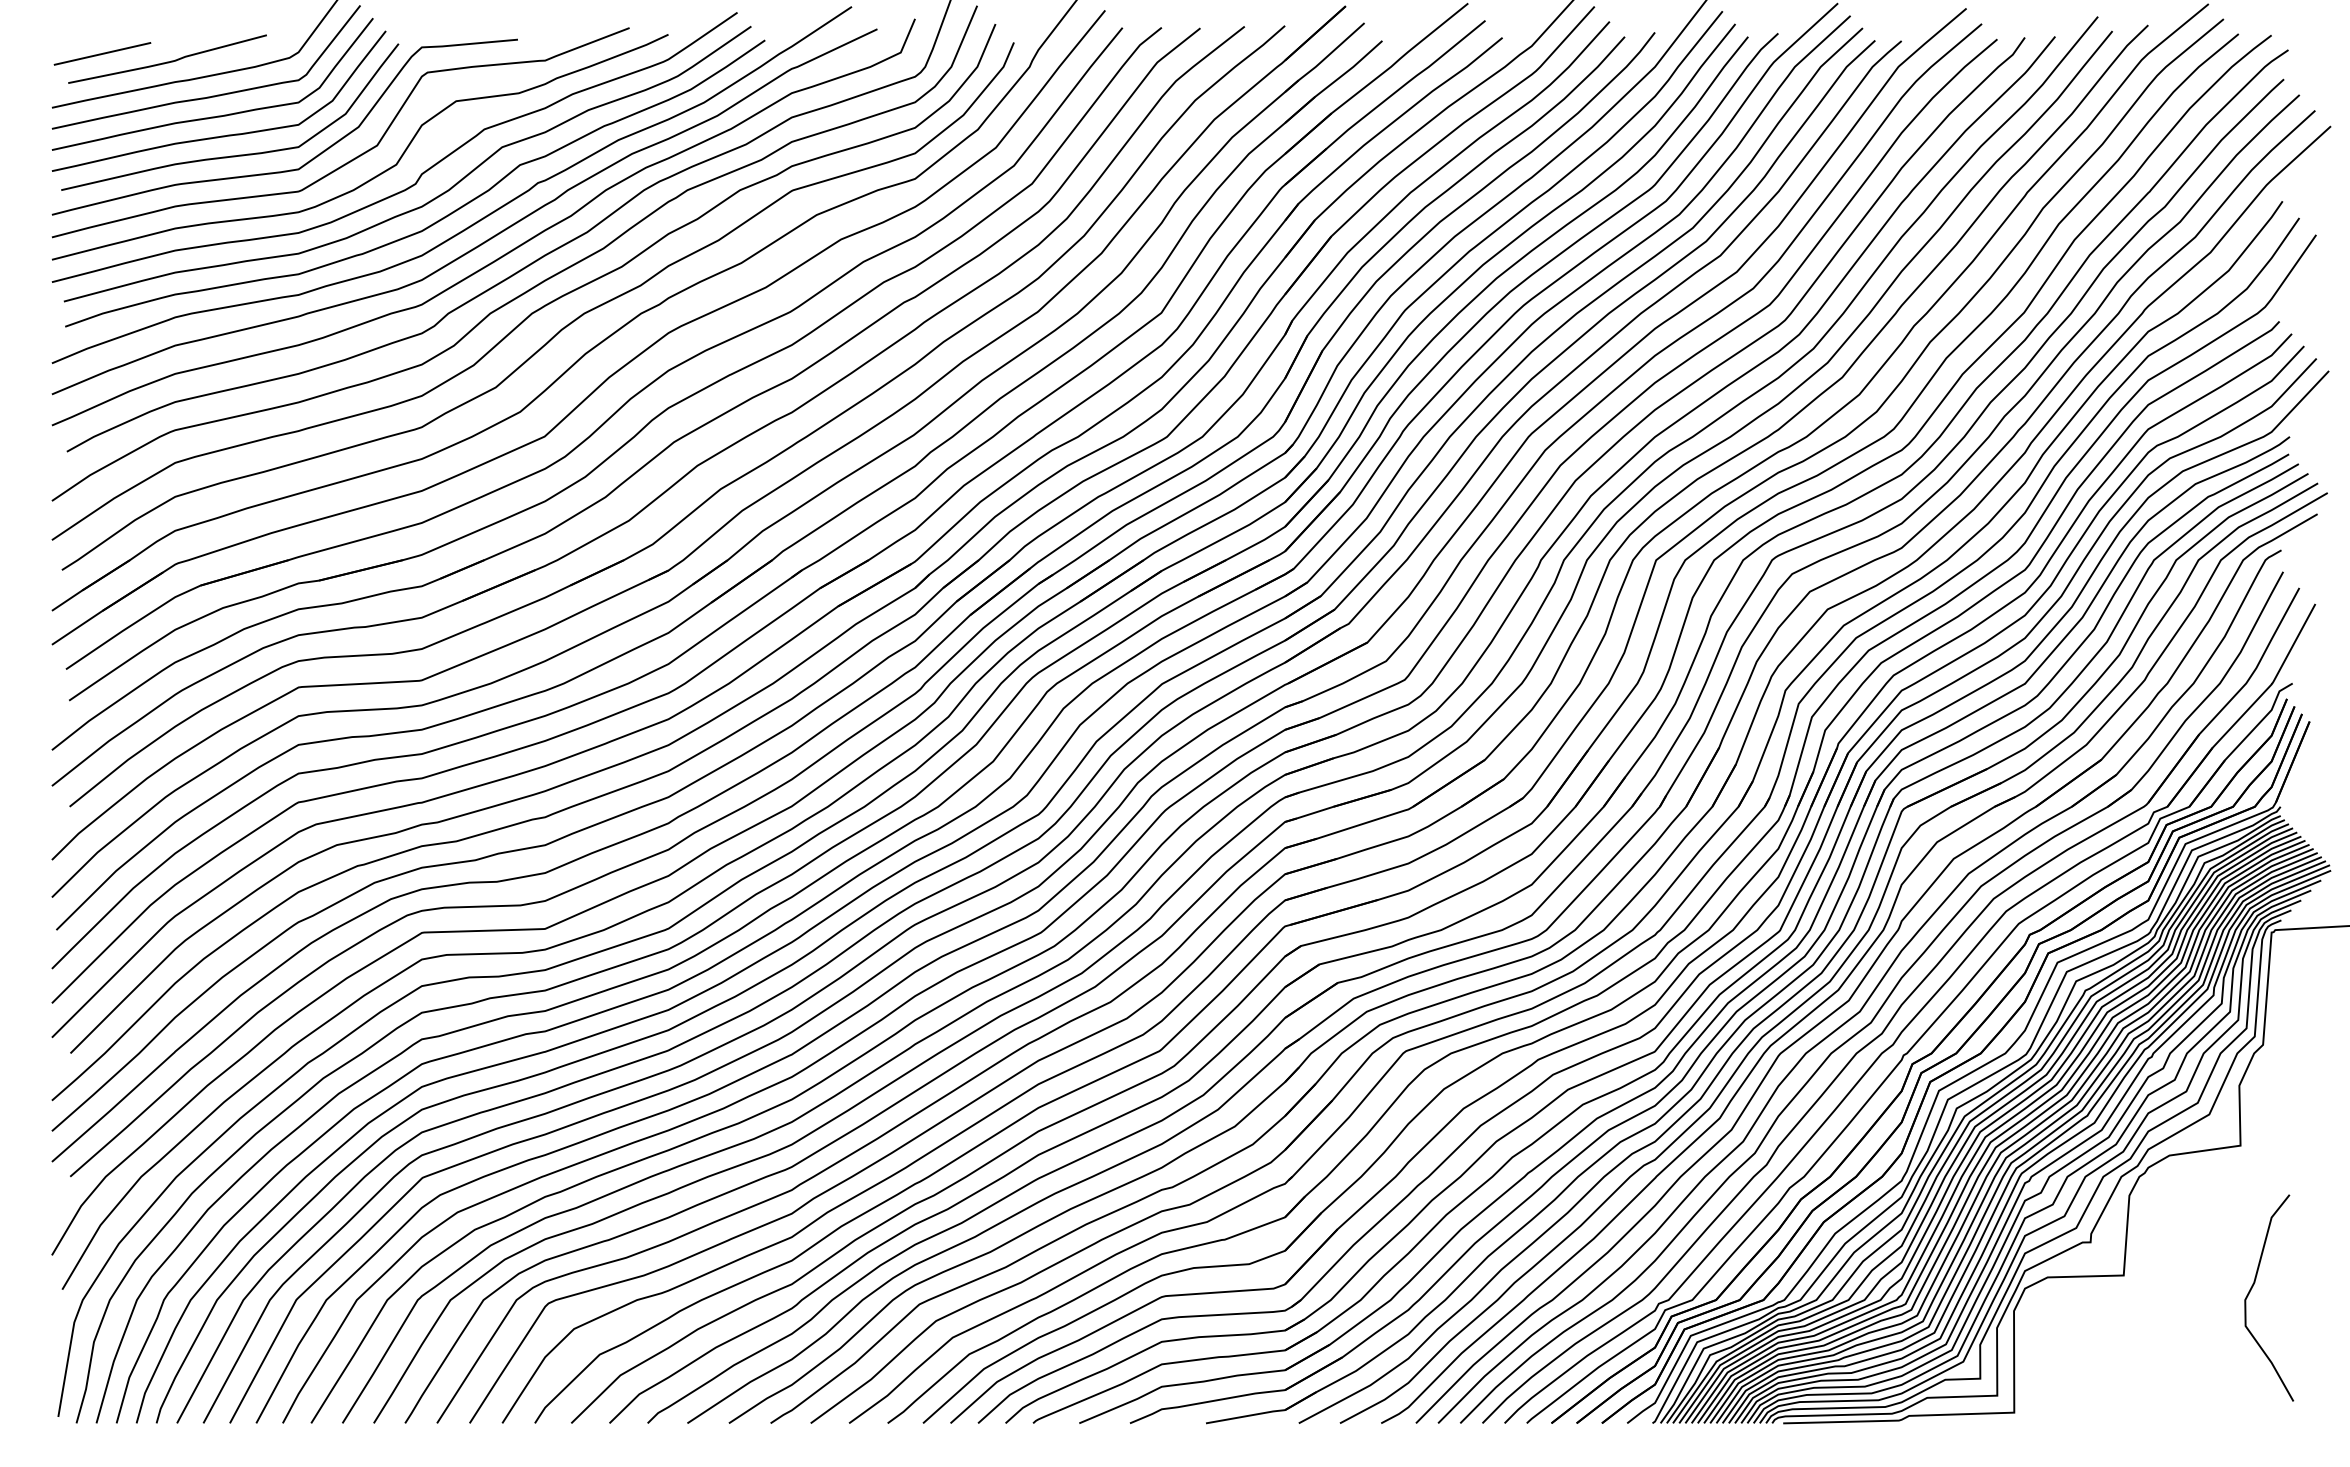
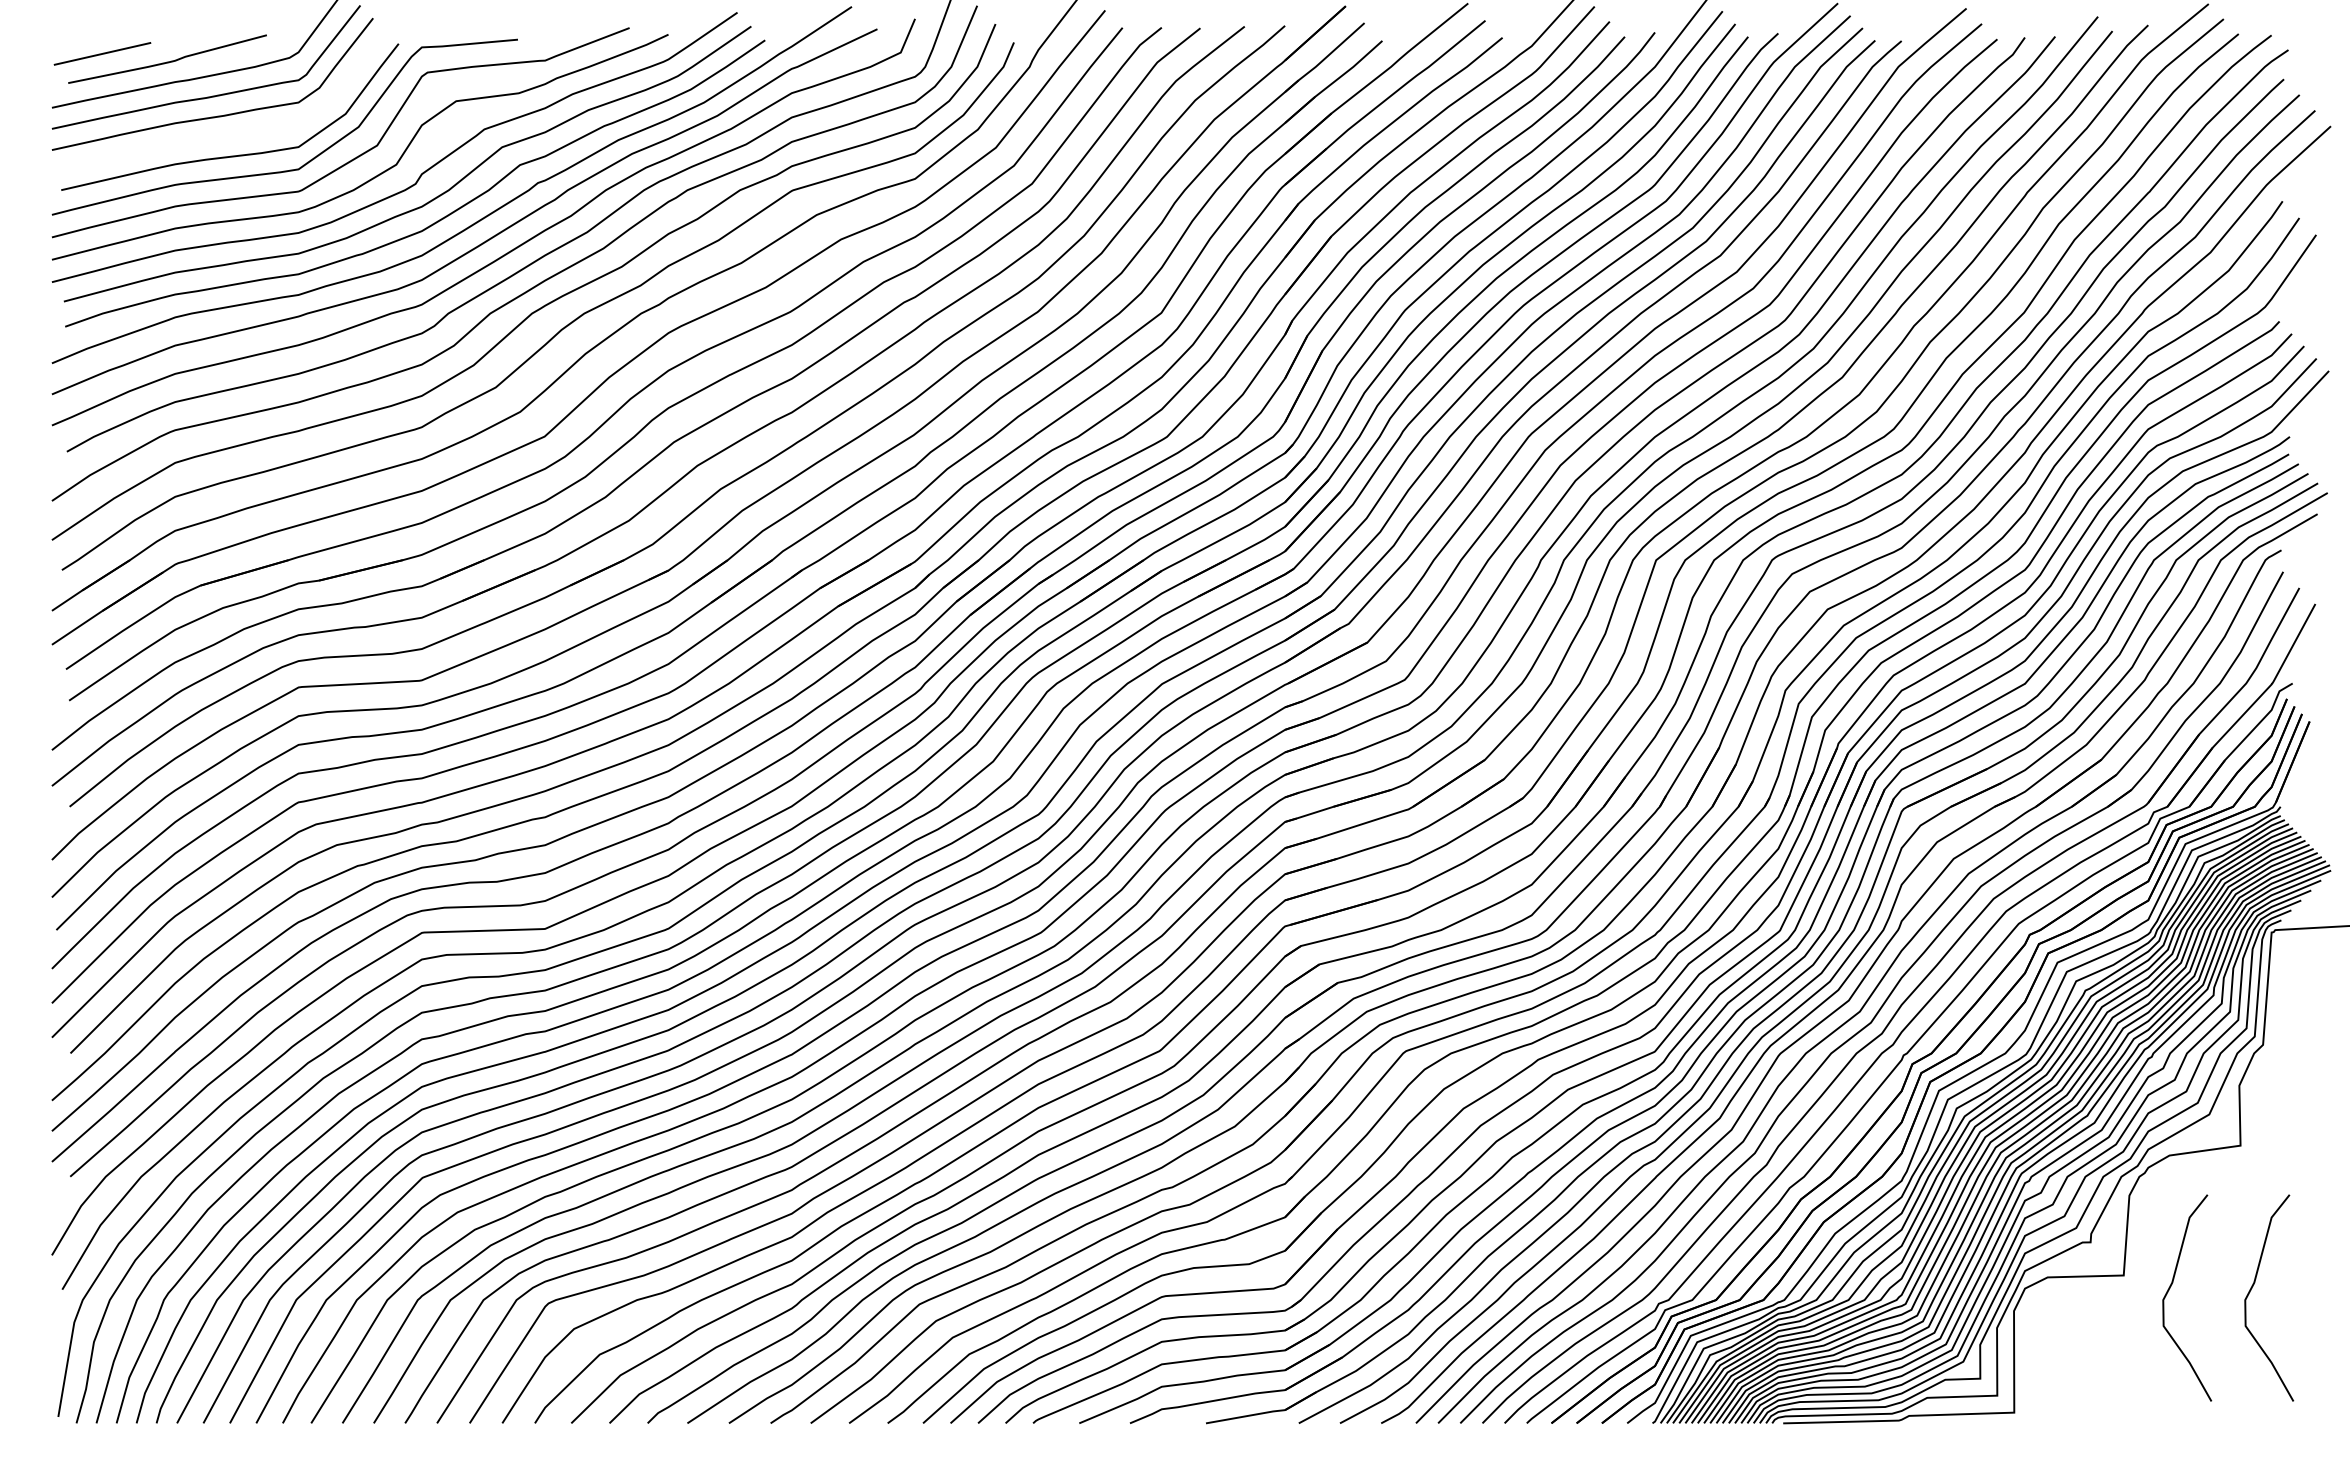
curve at (221, 135): present -> none
curve at (2170, 1288): none -> present
